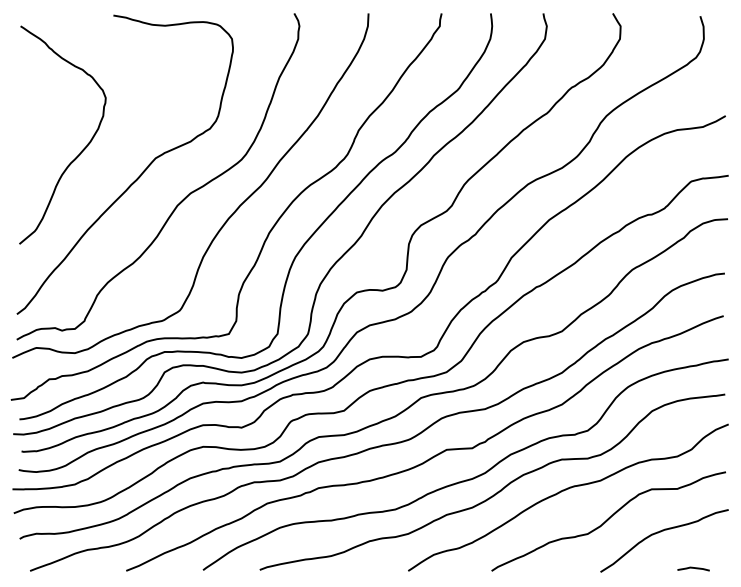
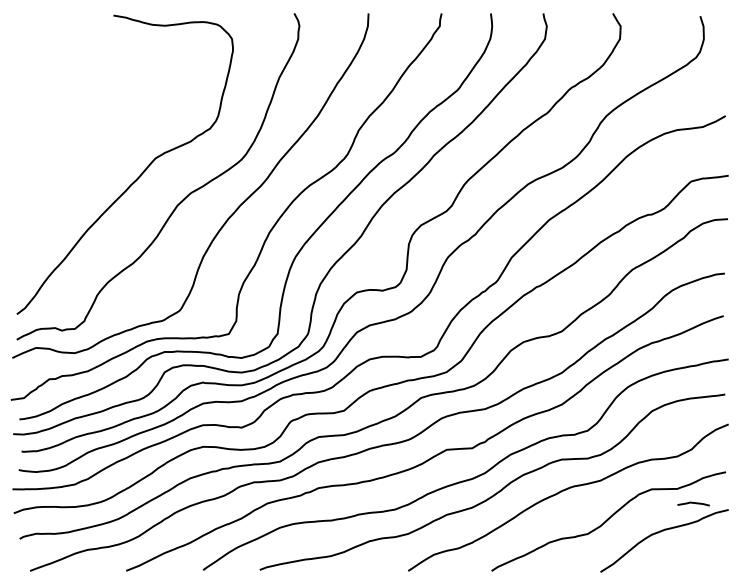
curve at (81, 150): present -> none
curve at (693, 568) position: (693, 568) -> (693, 503)
